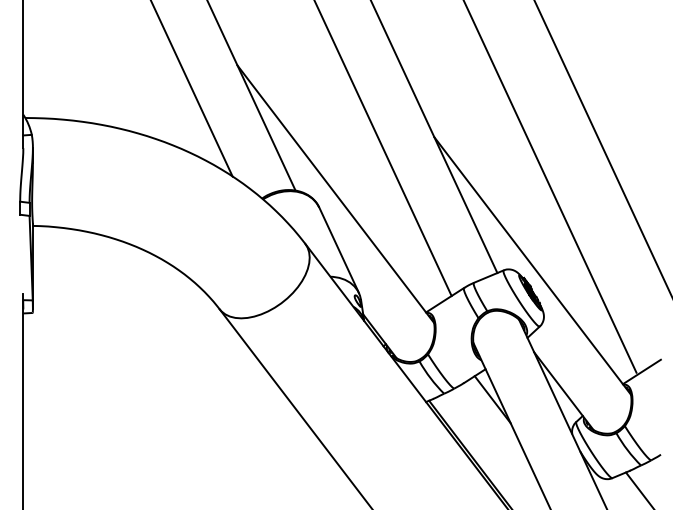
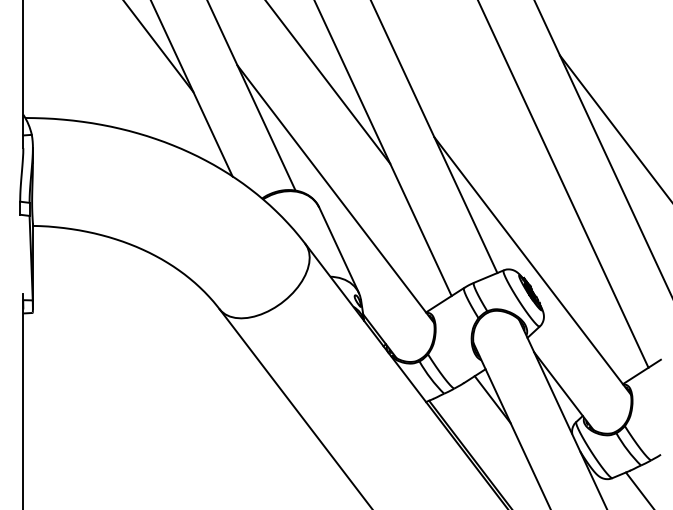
line at (158, 47): none -> present
line at (328, 82): none -> present
line at (614, 126): none -> present
line at (550, 187) position: (550, 187) -> (563, 184)
